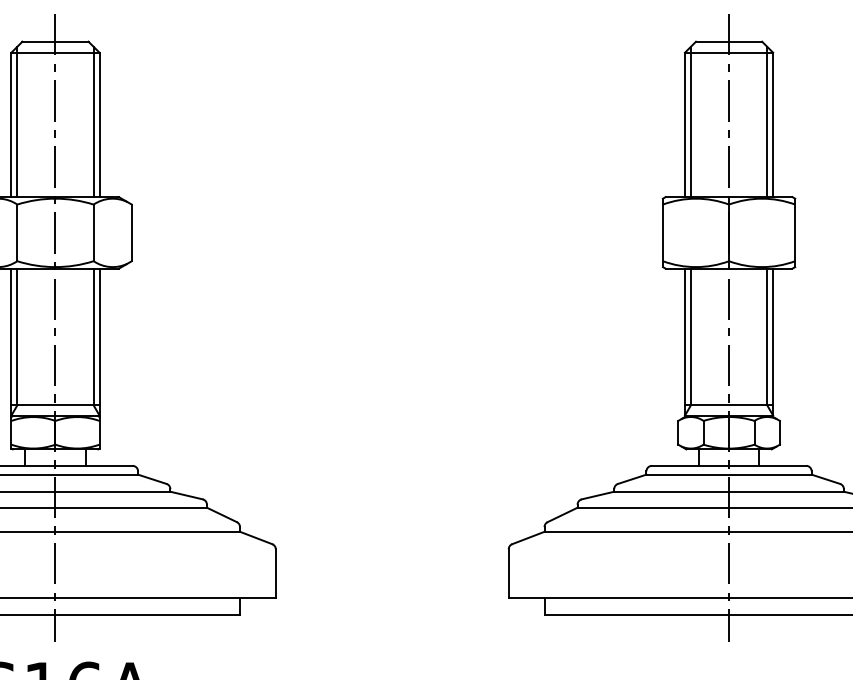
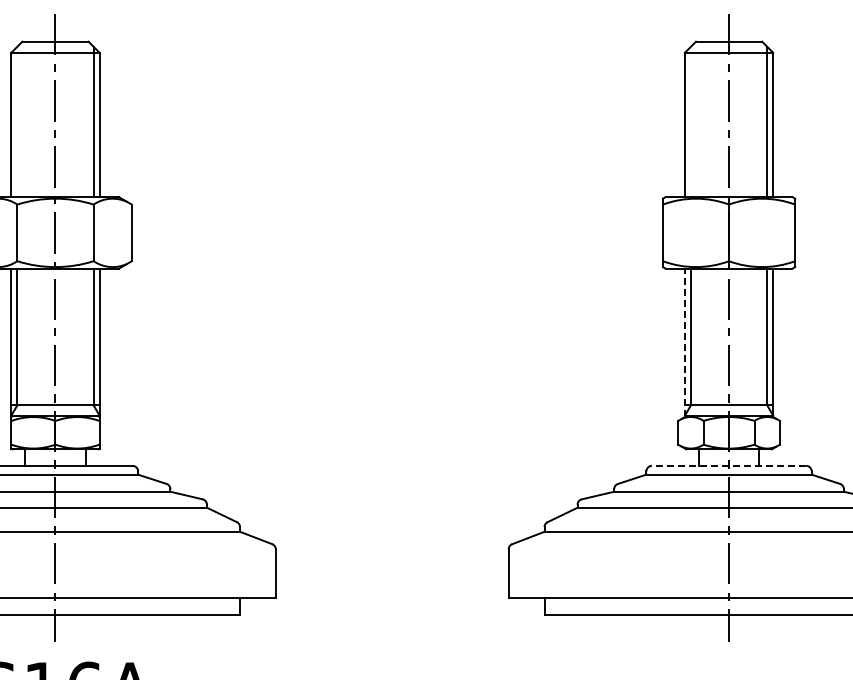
line at (17, 121): present -> none
line at (691, 121): present -> none
line at (685, 342): solid -> dashed
line at (728, 465): solid -> dashed
